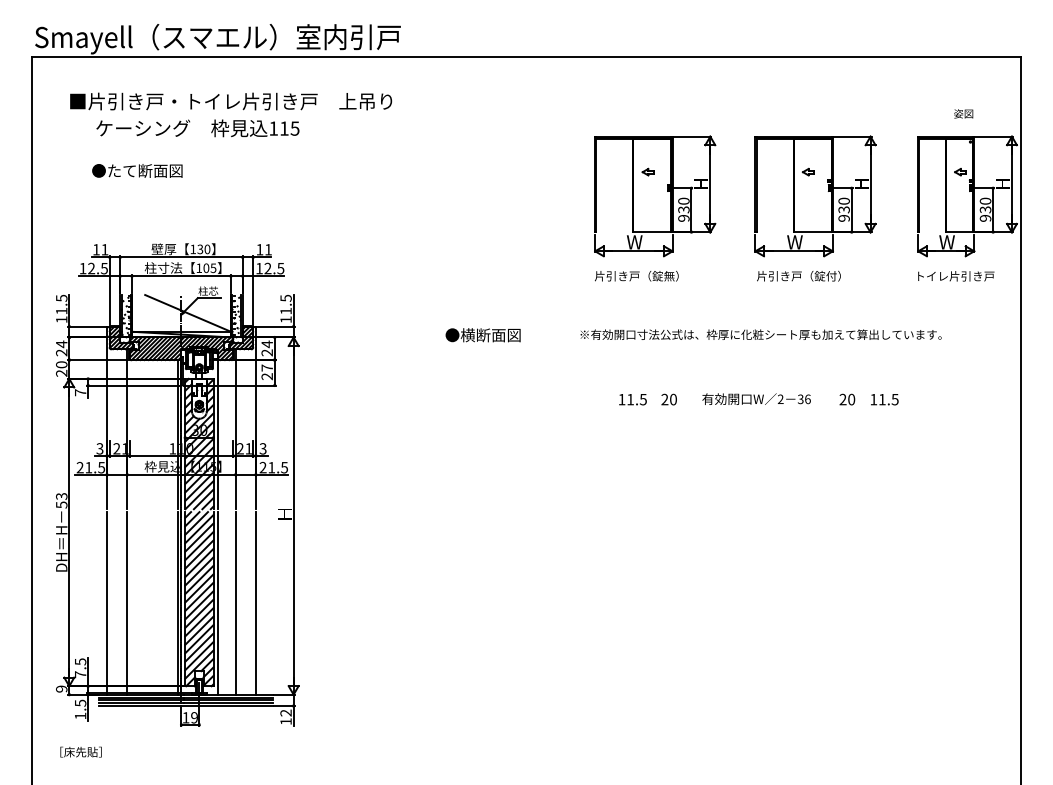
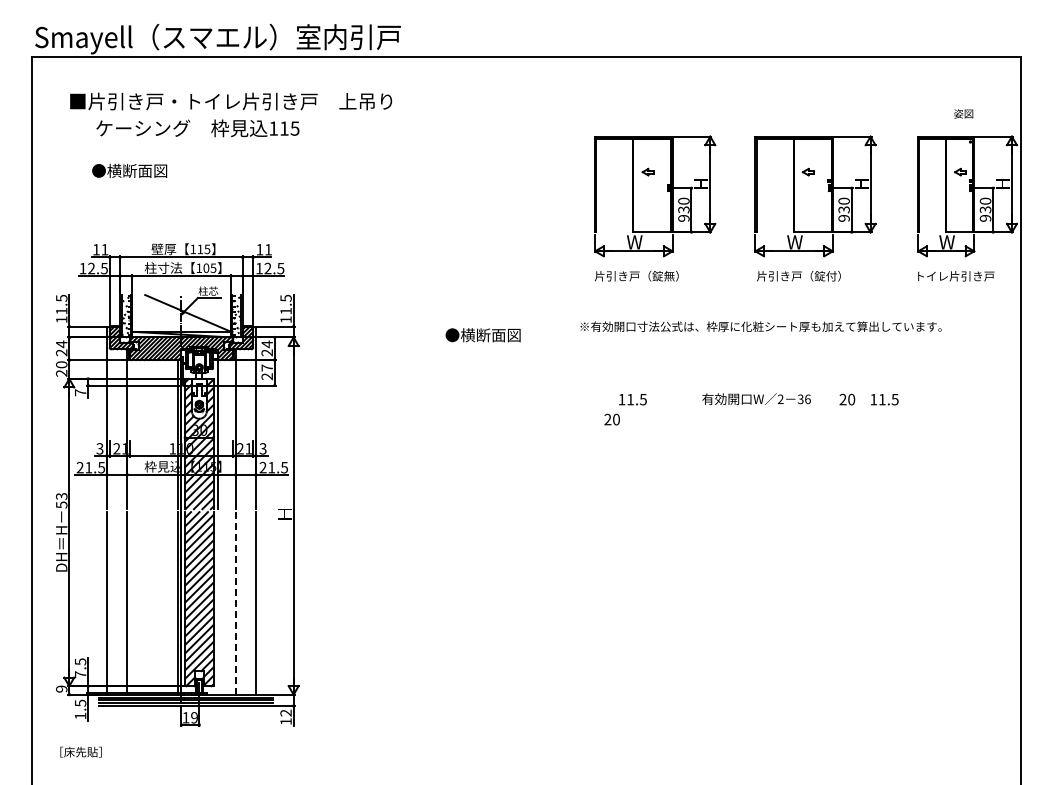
text at (144, 170): ●たて断面図 -> ●横断面図
text at (203, 249): 130 -> 115
text at (760, 334) position: (760, 334) -> (760, 326)
text at (668, 399) position: (668, 399) -> (611, 419)
line at (235, 602): solid -> dashed
line at (218, 603): present -> none
